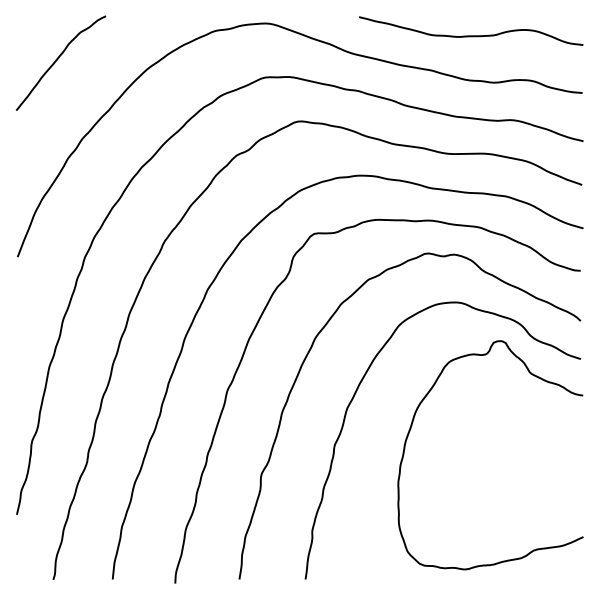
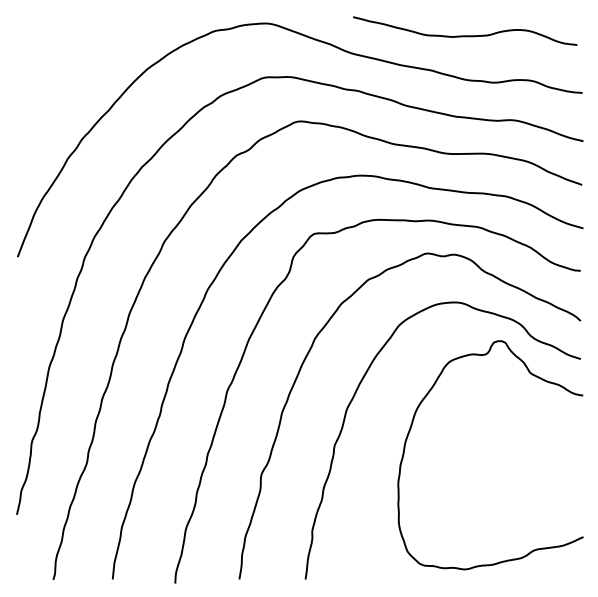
curve at (471, 35) position: (471, 35) -> (465, 35)
curve at (58, 59): present -> none
